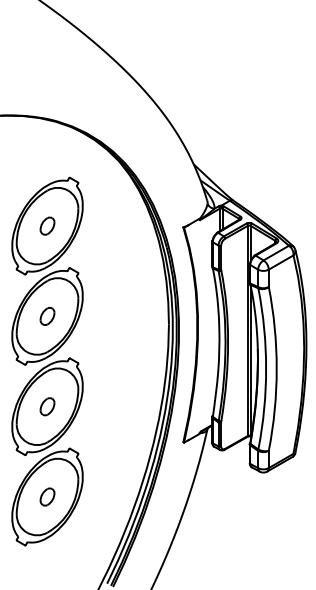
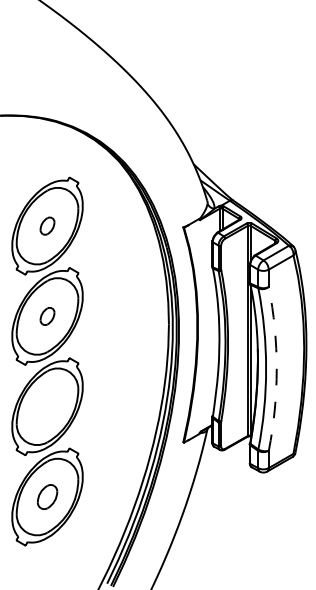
arc at (276, 368): solid -> dashed
part at (47, 406): present -> none
part at (47, 496) size: 17x20 px -> 22x26 px
